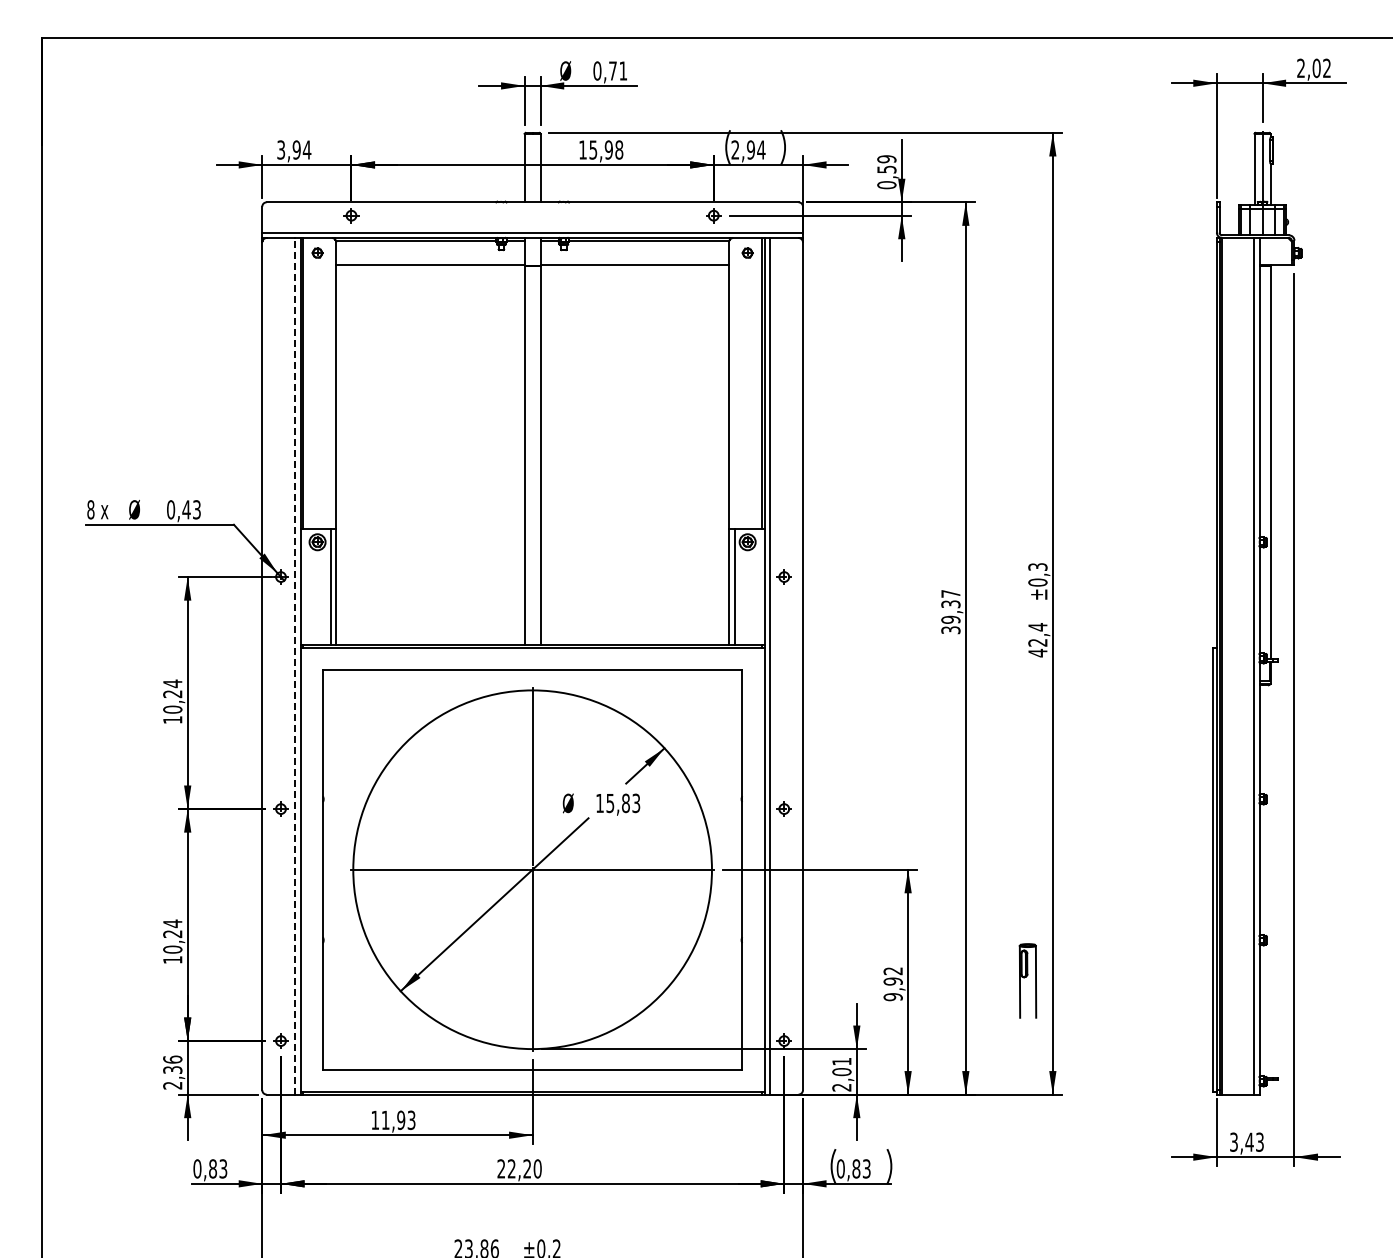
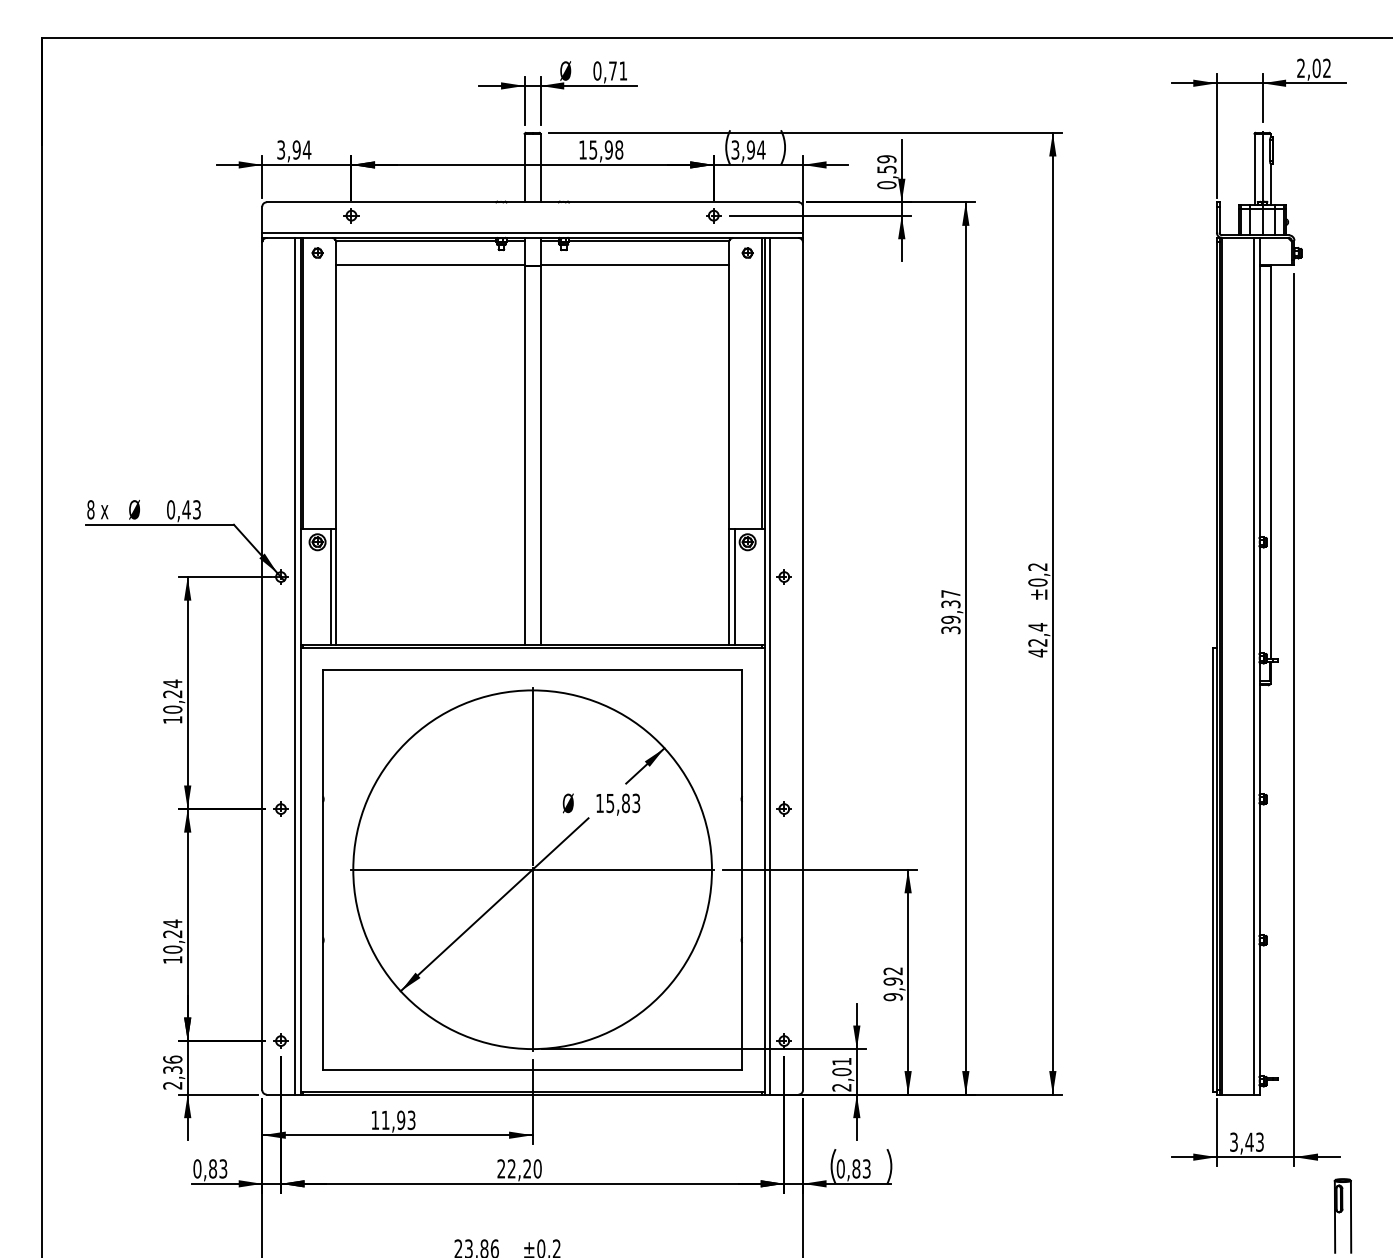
text at (735, 149): 2,94 -> 3,94
text at (1037, 566): ±0,3 -> ±0,2
line at (295, 665): dashed -> solid
part at (1027, 980) position: (1027, 980) -> (1342, 1215)
